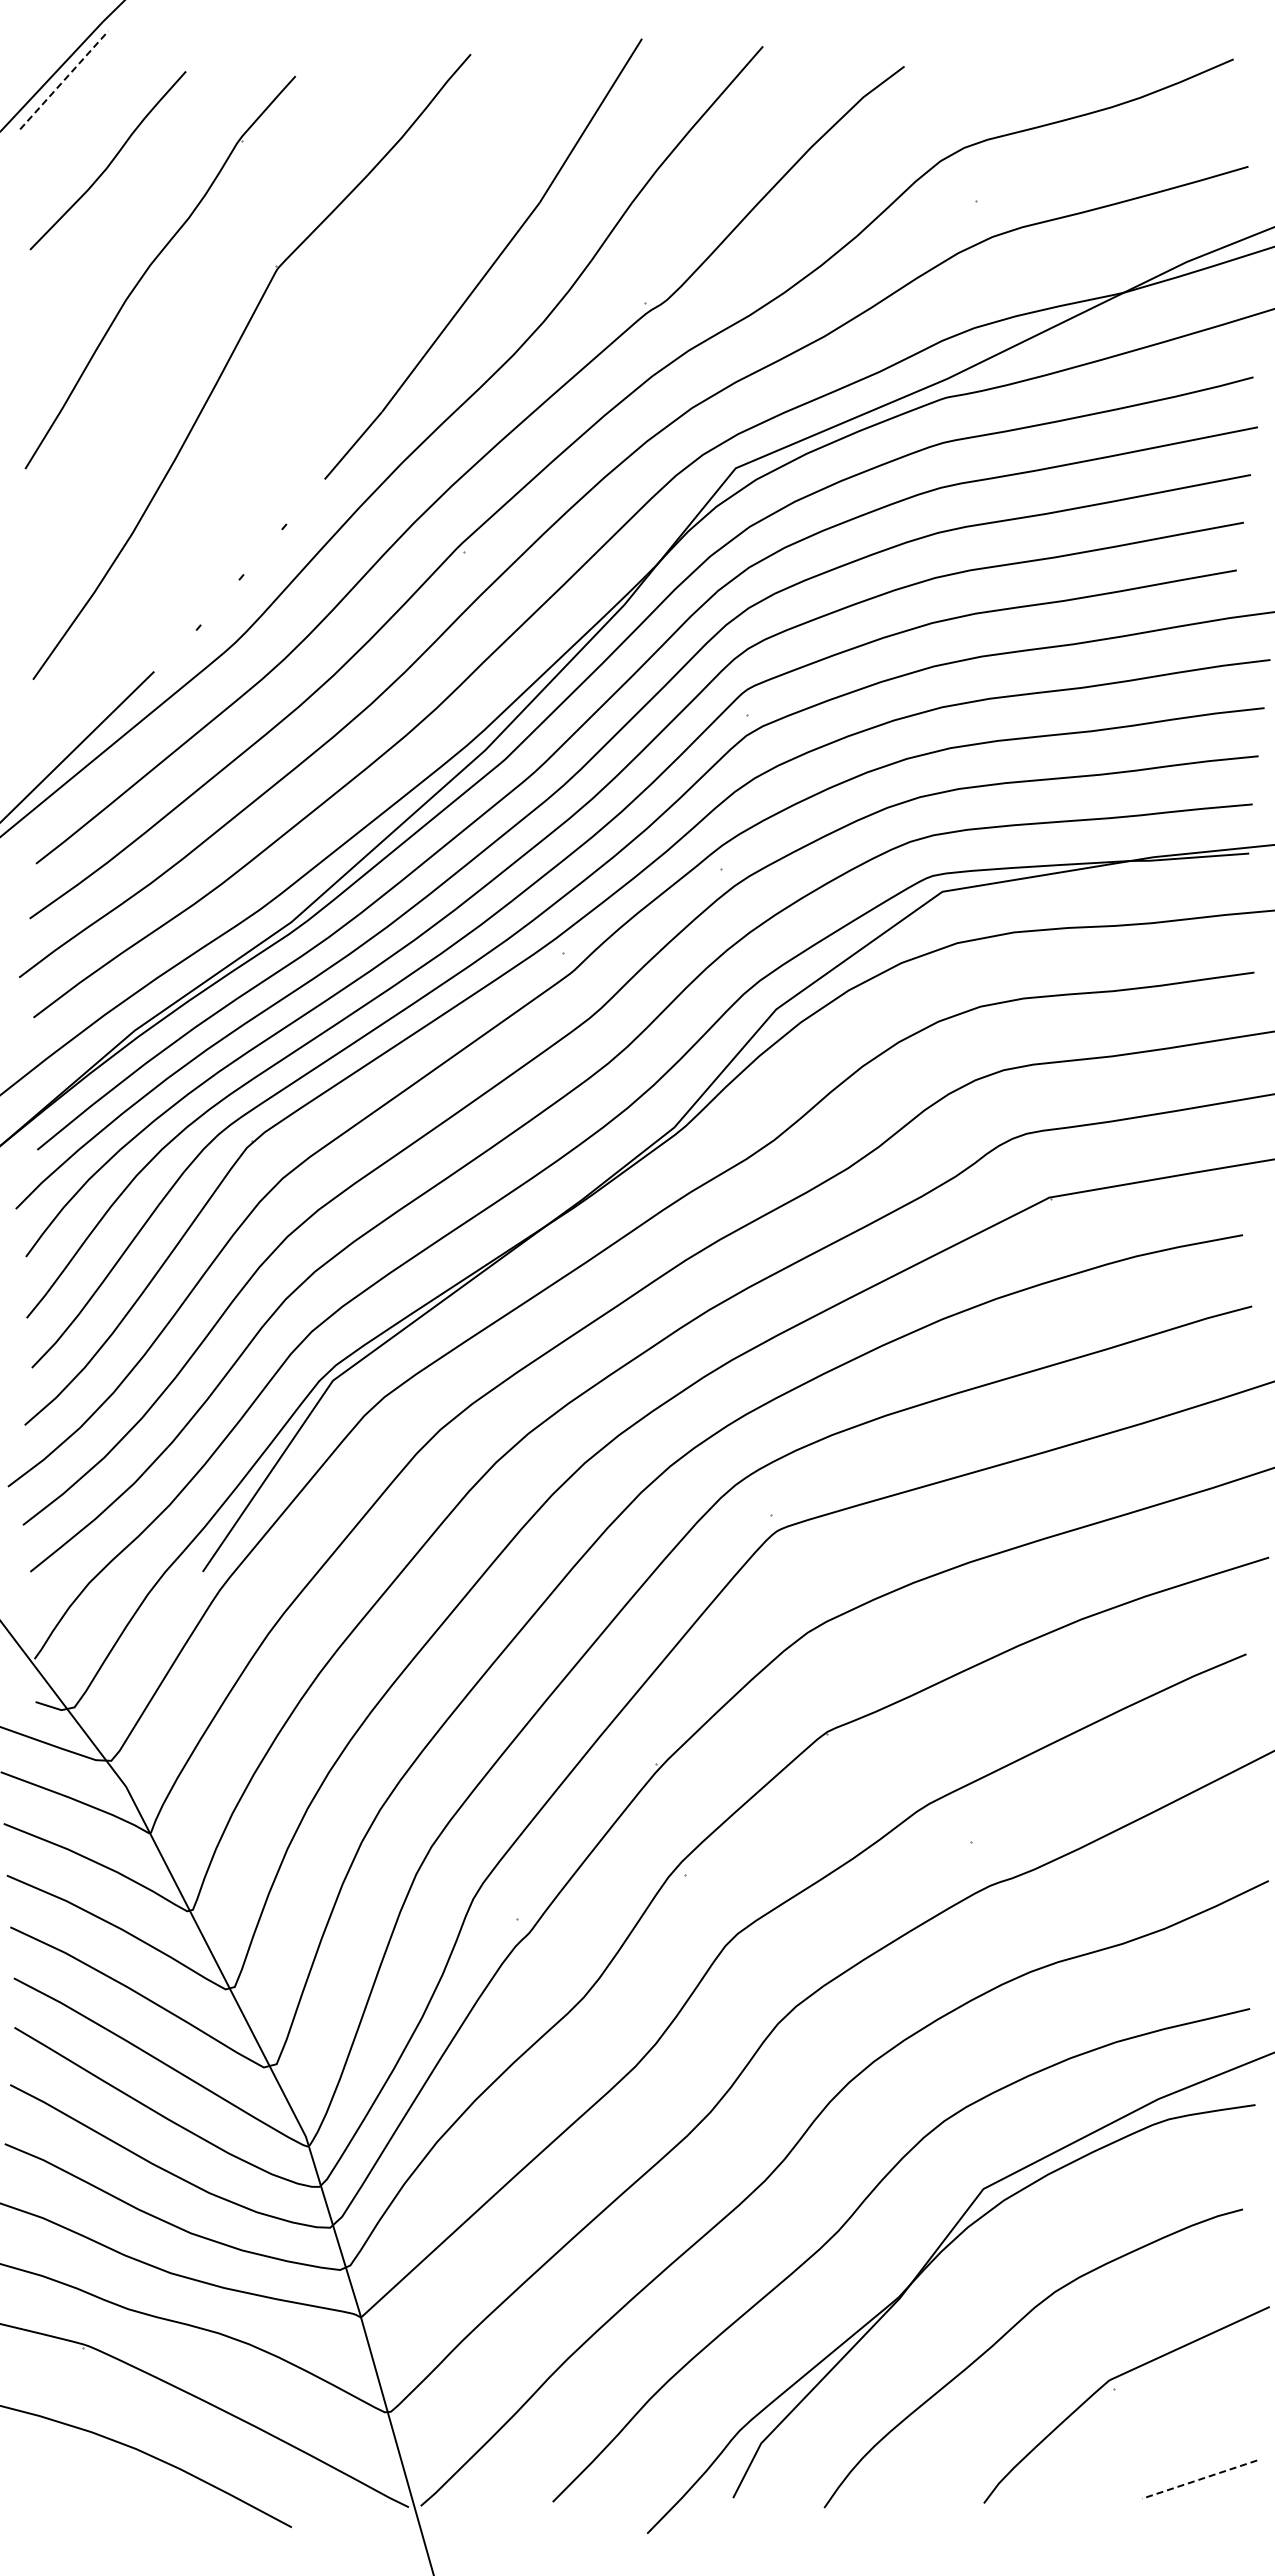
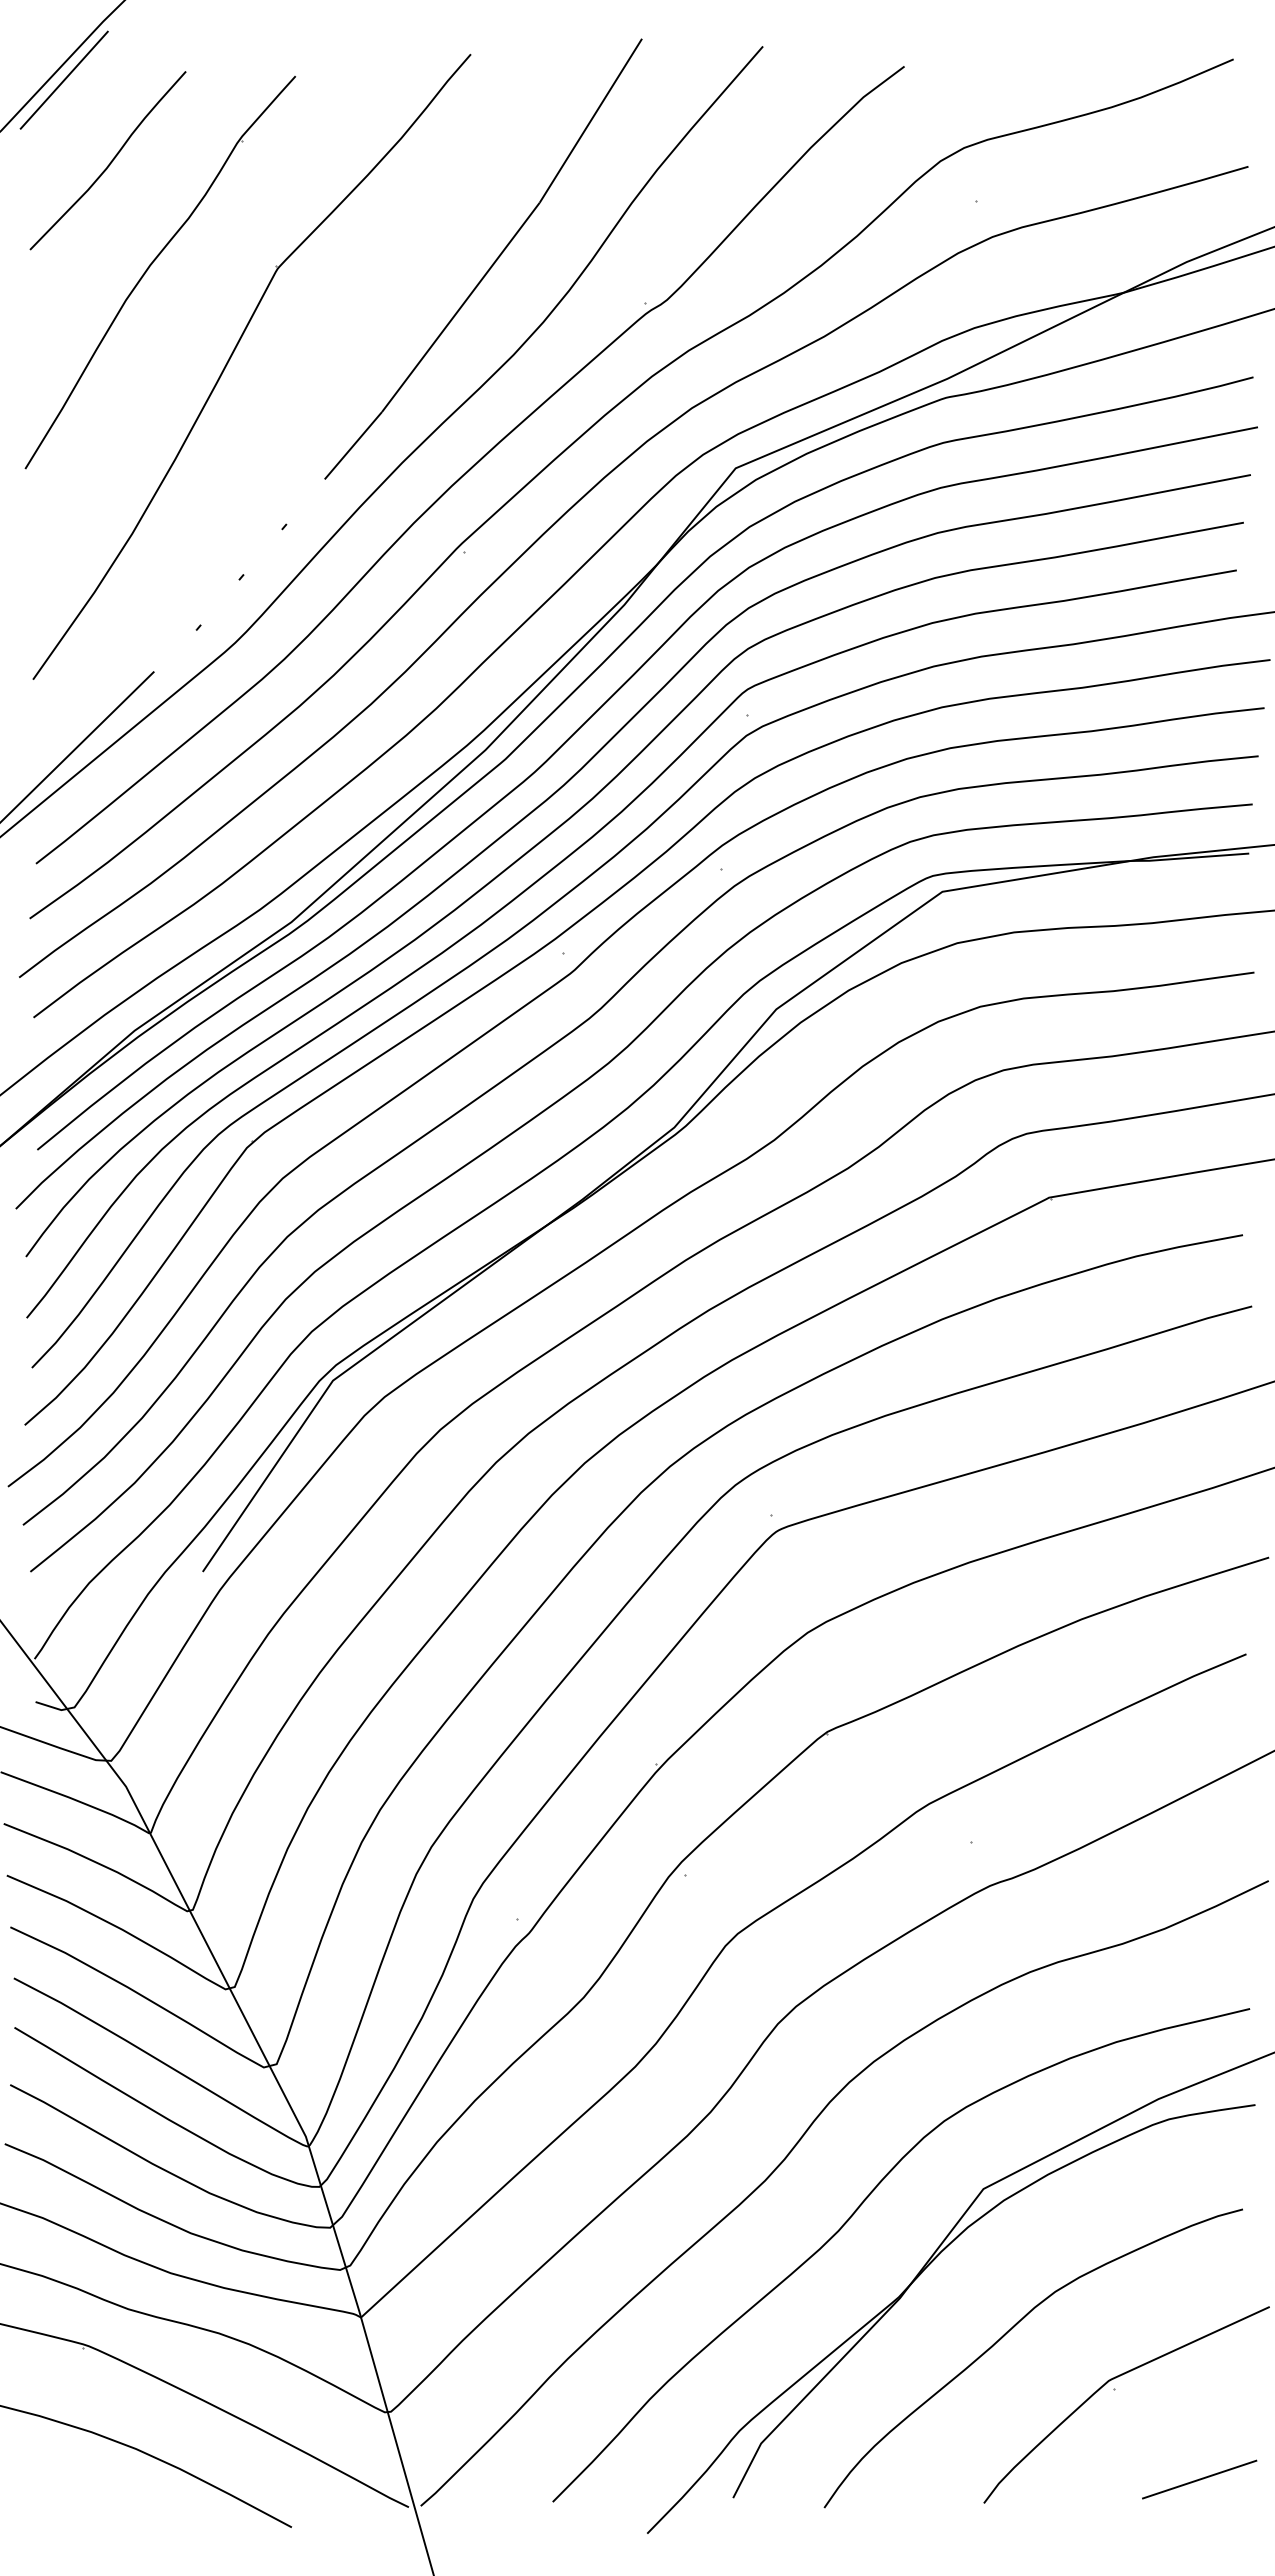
line at (64, 79): dashed -> solid
line at (1199, 2479): dashed -> solid
